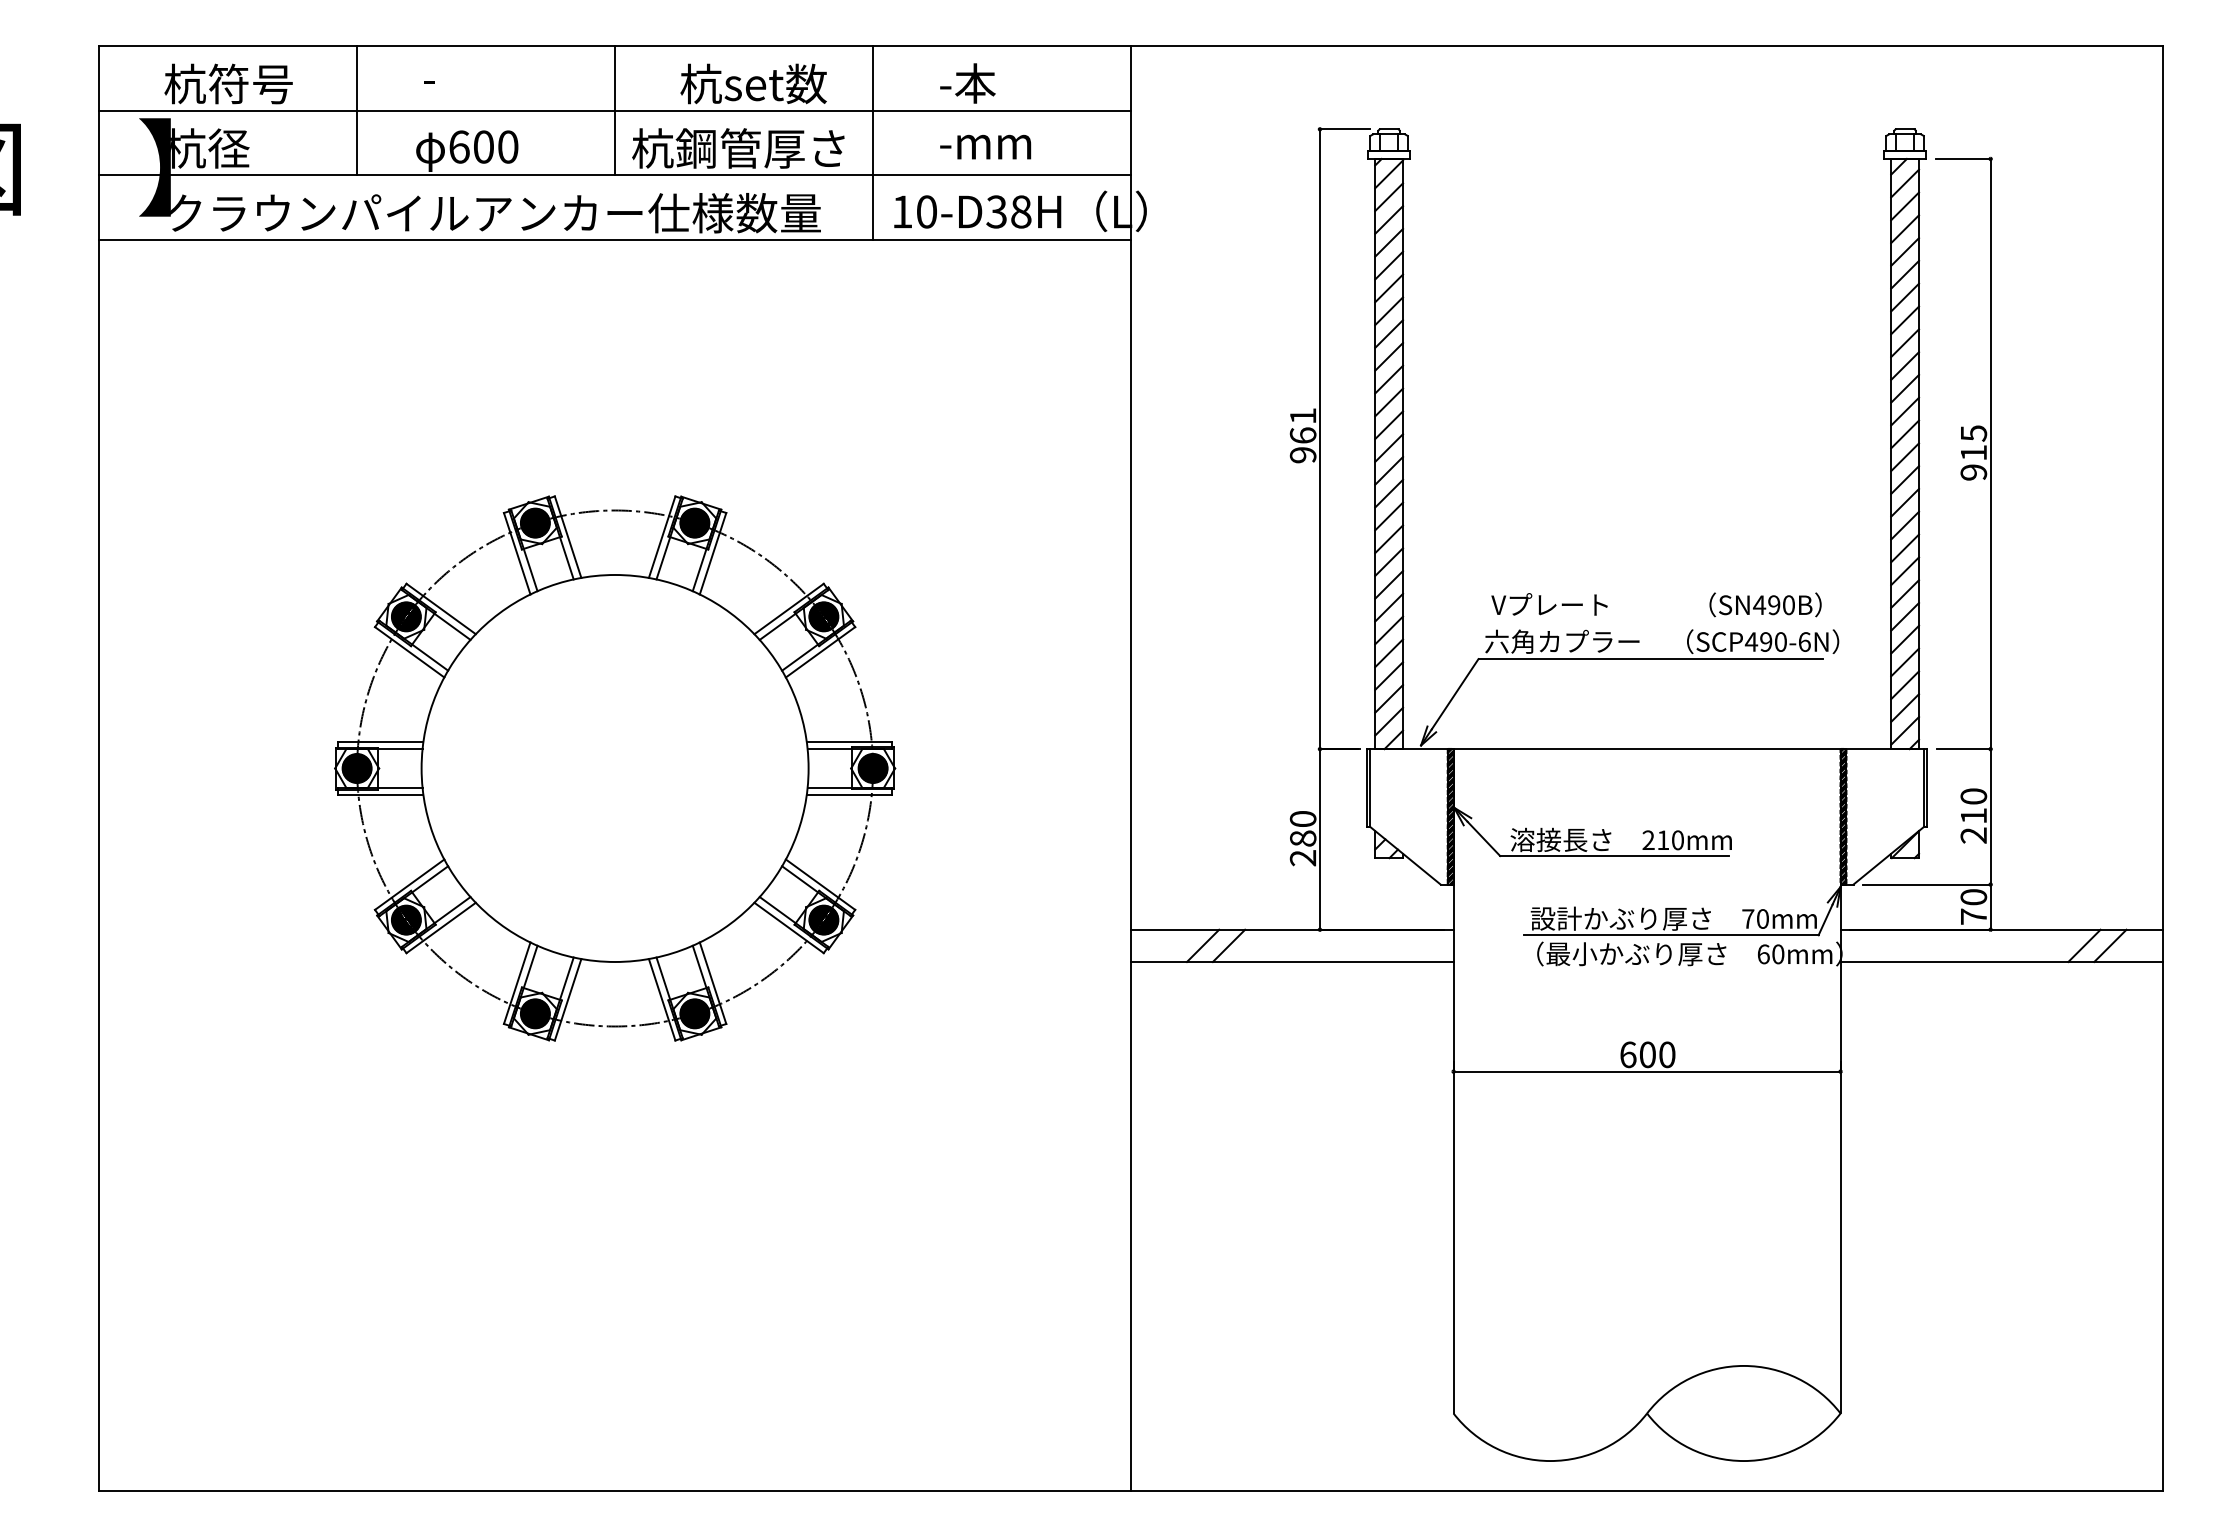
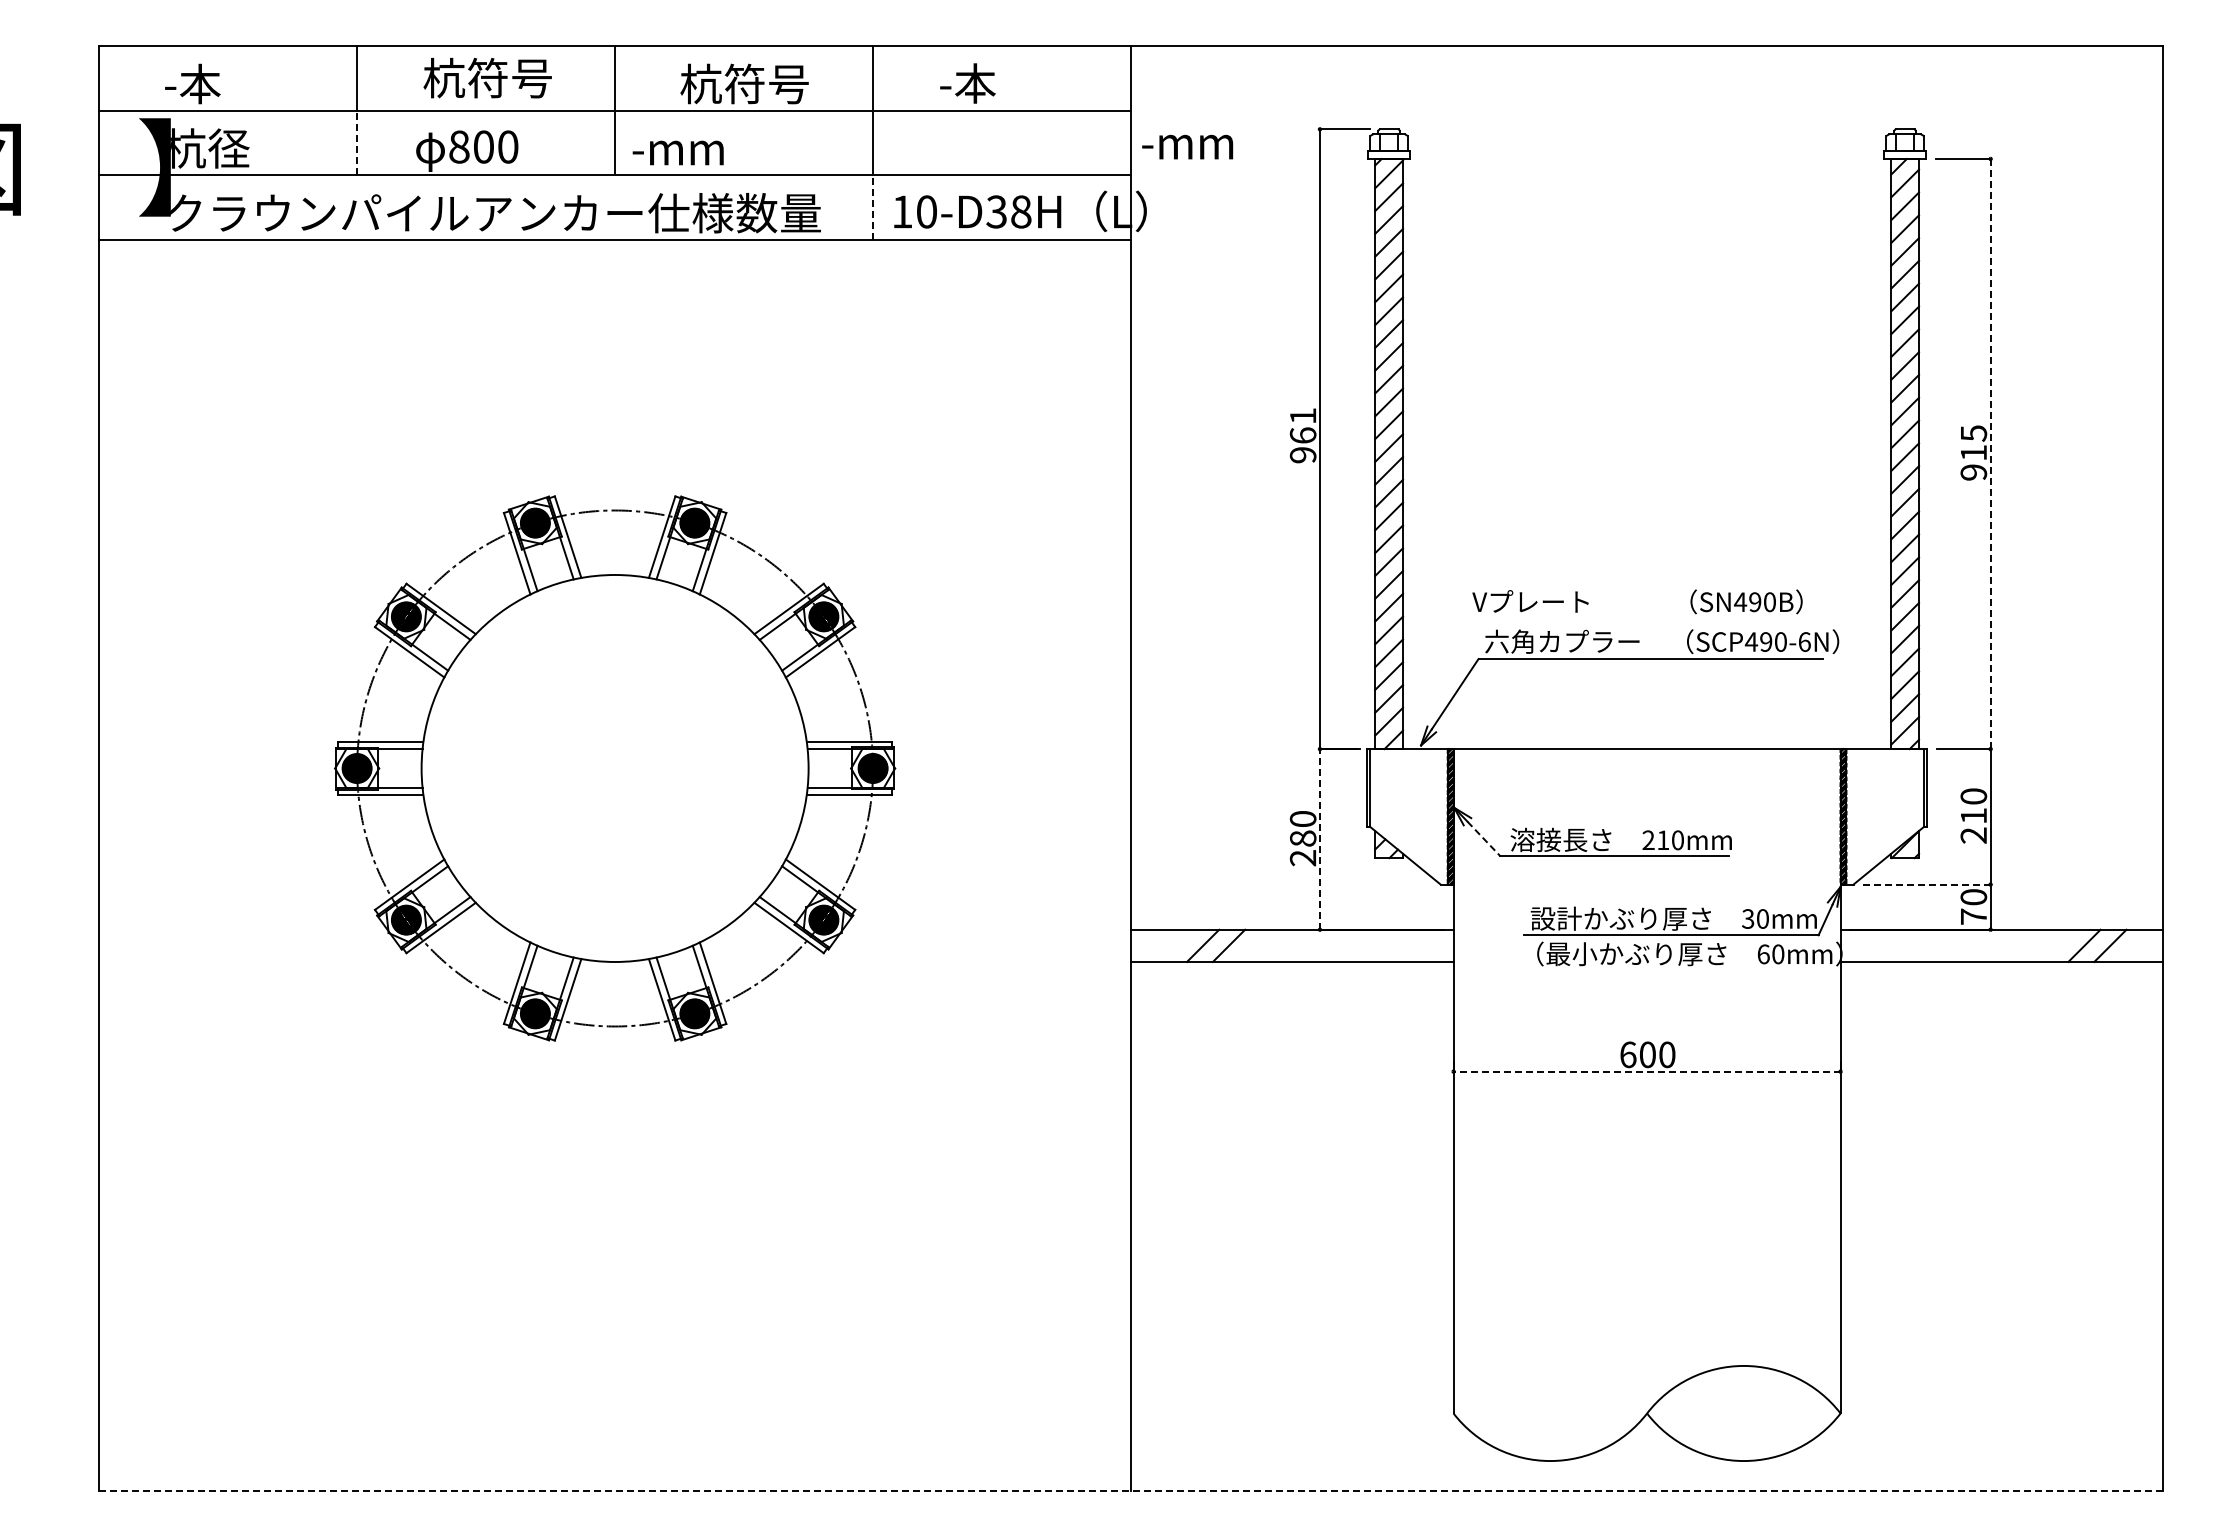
text at (487, 77): - -> 杭符号
text at (228, 83): 杭符号 -> -本
text at (775, 83): 杭set数 -> 杭符号
line at (357, 142): solid -> dashed
text at (459, 146): 600 -> 800
text at (985, 146) position: (985, 146) -> (1187, 146)
text at (738, 148): 杭鋼管厚さ -> -mm
line at (873, 206): solid -> dashed
line at (1990, 453): solid -> dashed
text at (1656, 604) position: (1656, 604) -> (1637, 601)
line at (1319, 838): solid -> dashed
line at (1483, 838): solid -> dashed
line at (1926, 884): solid -> dashed
text at (1748, 918): 70mm -> 30mm
line at (1646, 1071): solid -> dashed
line at (1131, 1490): solid -> dashed
